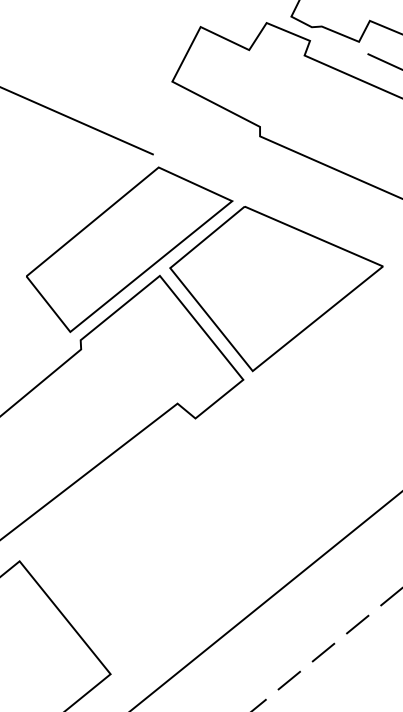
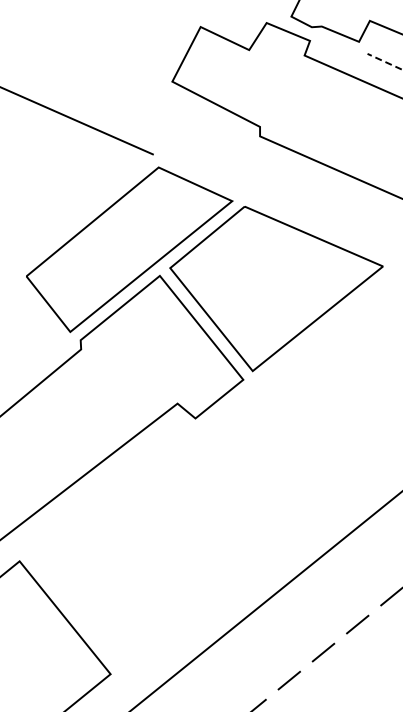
line at (384, 61): solid -> dashed
